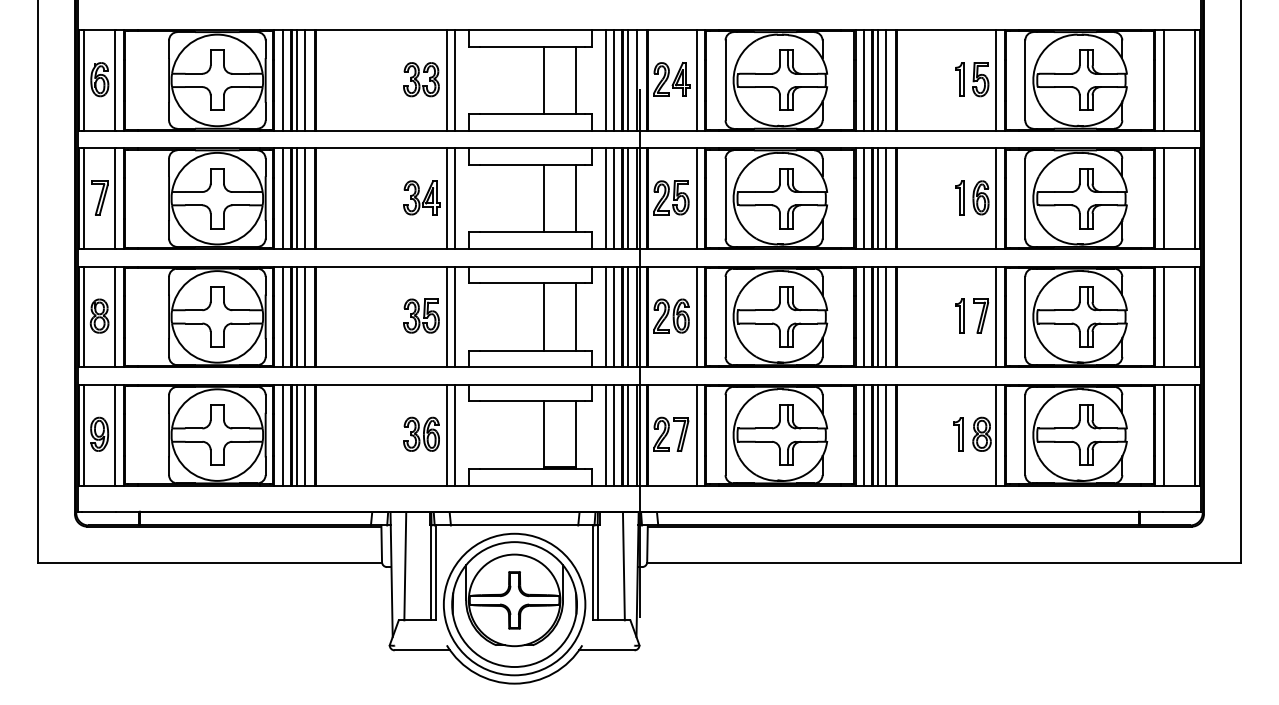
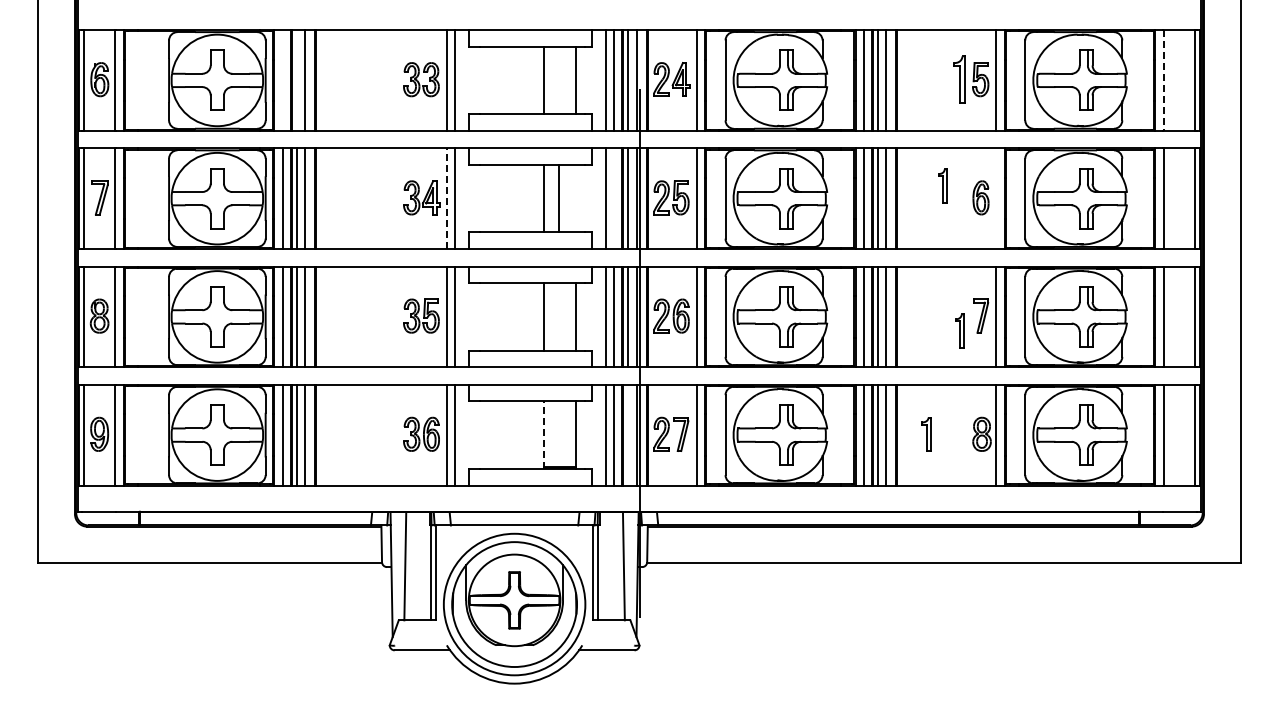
part at (959, 79) size: 10x35 px -> 13x49 px
line at (282, 80): present -> none
line at (297, 80): present -> none
line at (1163, 80): solid -> dashed
part at (959, 197) position: (959, 197) -> (942, 185)
line at (446, 198): solid -> dashed
line at (576, 198) position: (576, 198) -> (559, 198)
line at (614, 198): present -> none
line at (996, 198): present -> none
part at (959, 315) position: (959, 315) -> (959, 330)
line at (628, 434): present -> none
part at (958, 434) position: (958, 434) -> (926, 434)
line at (543, 435): solid -> dashed
